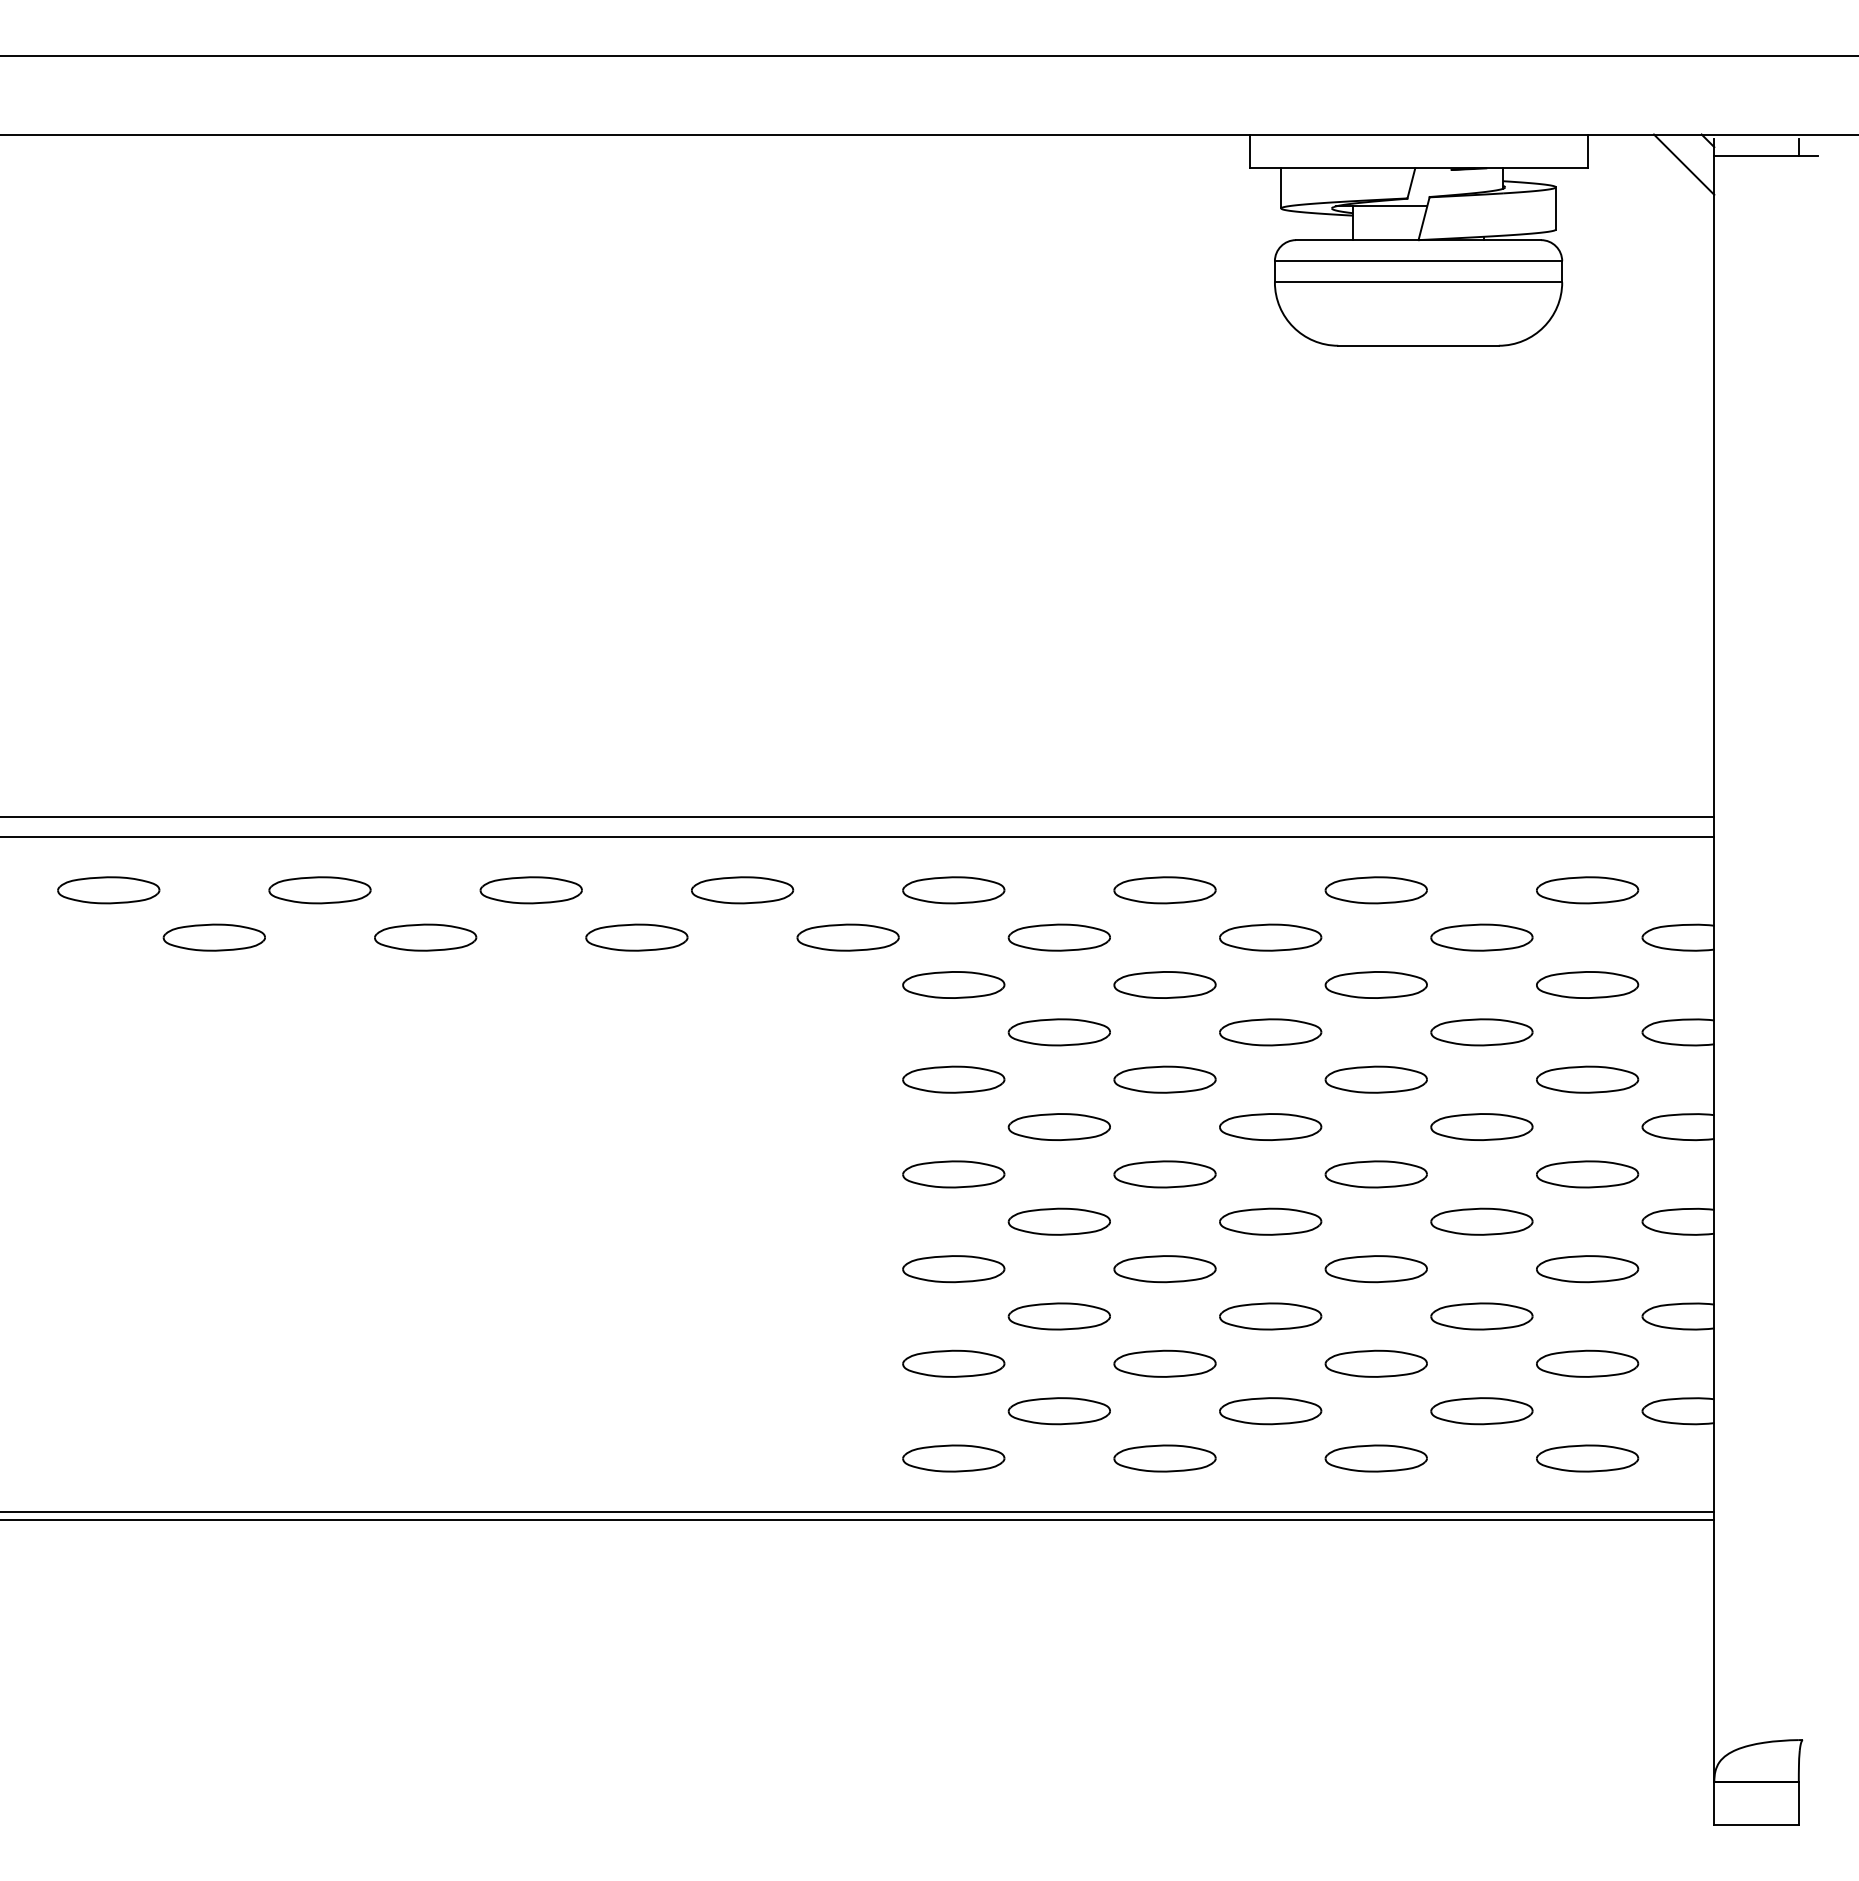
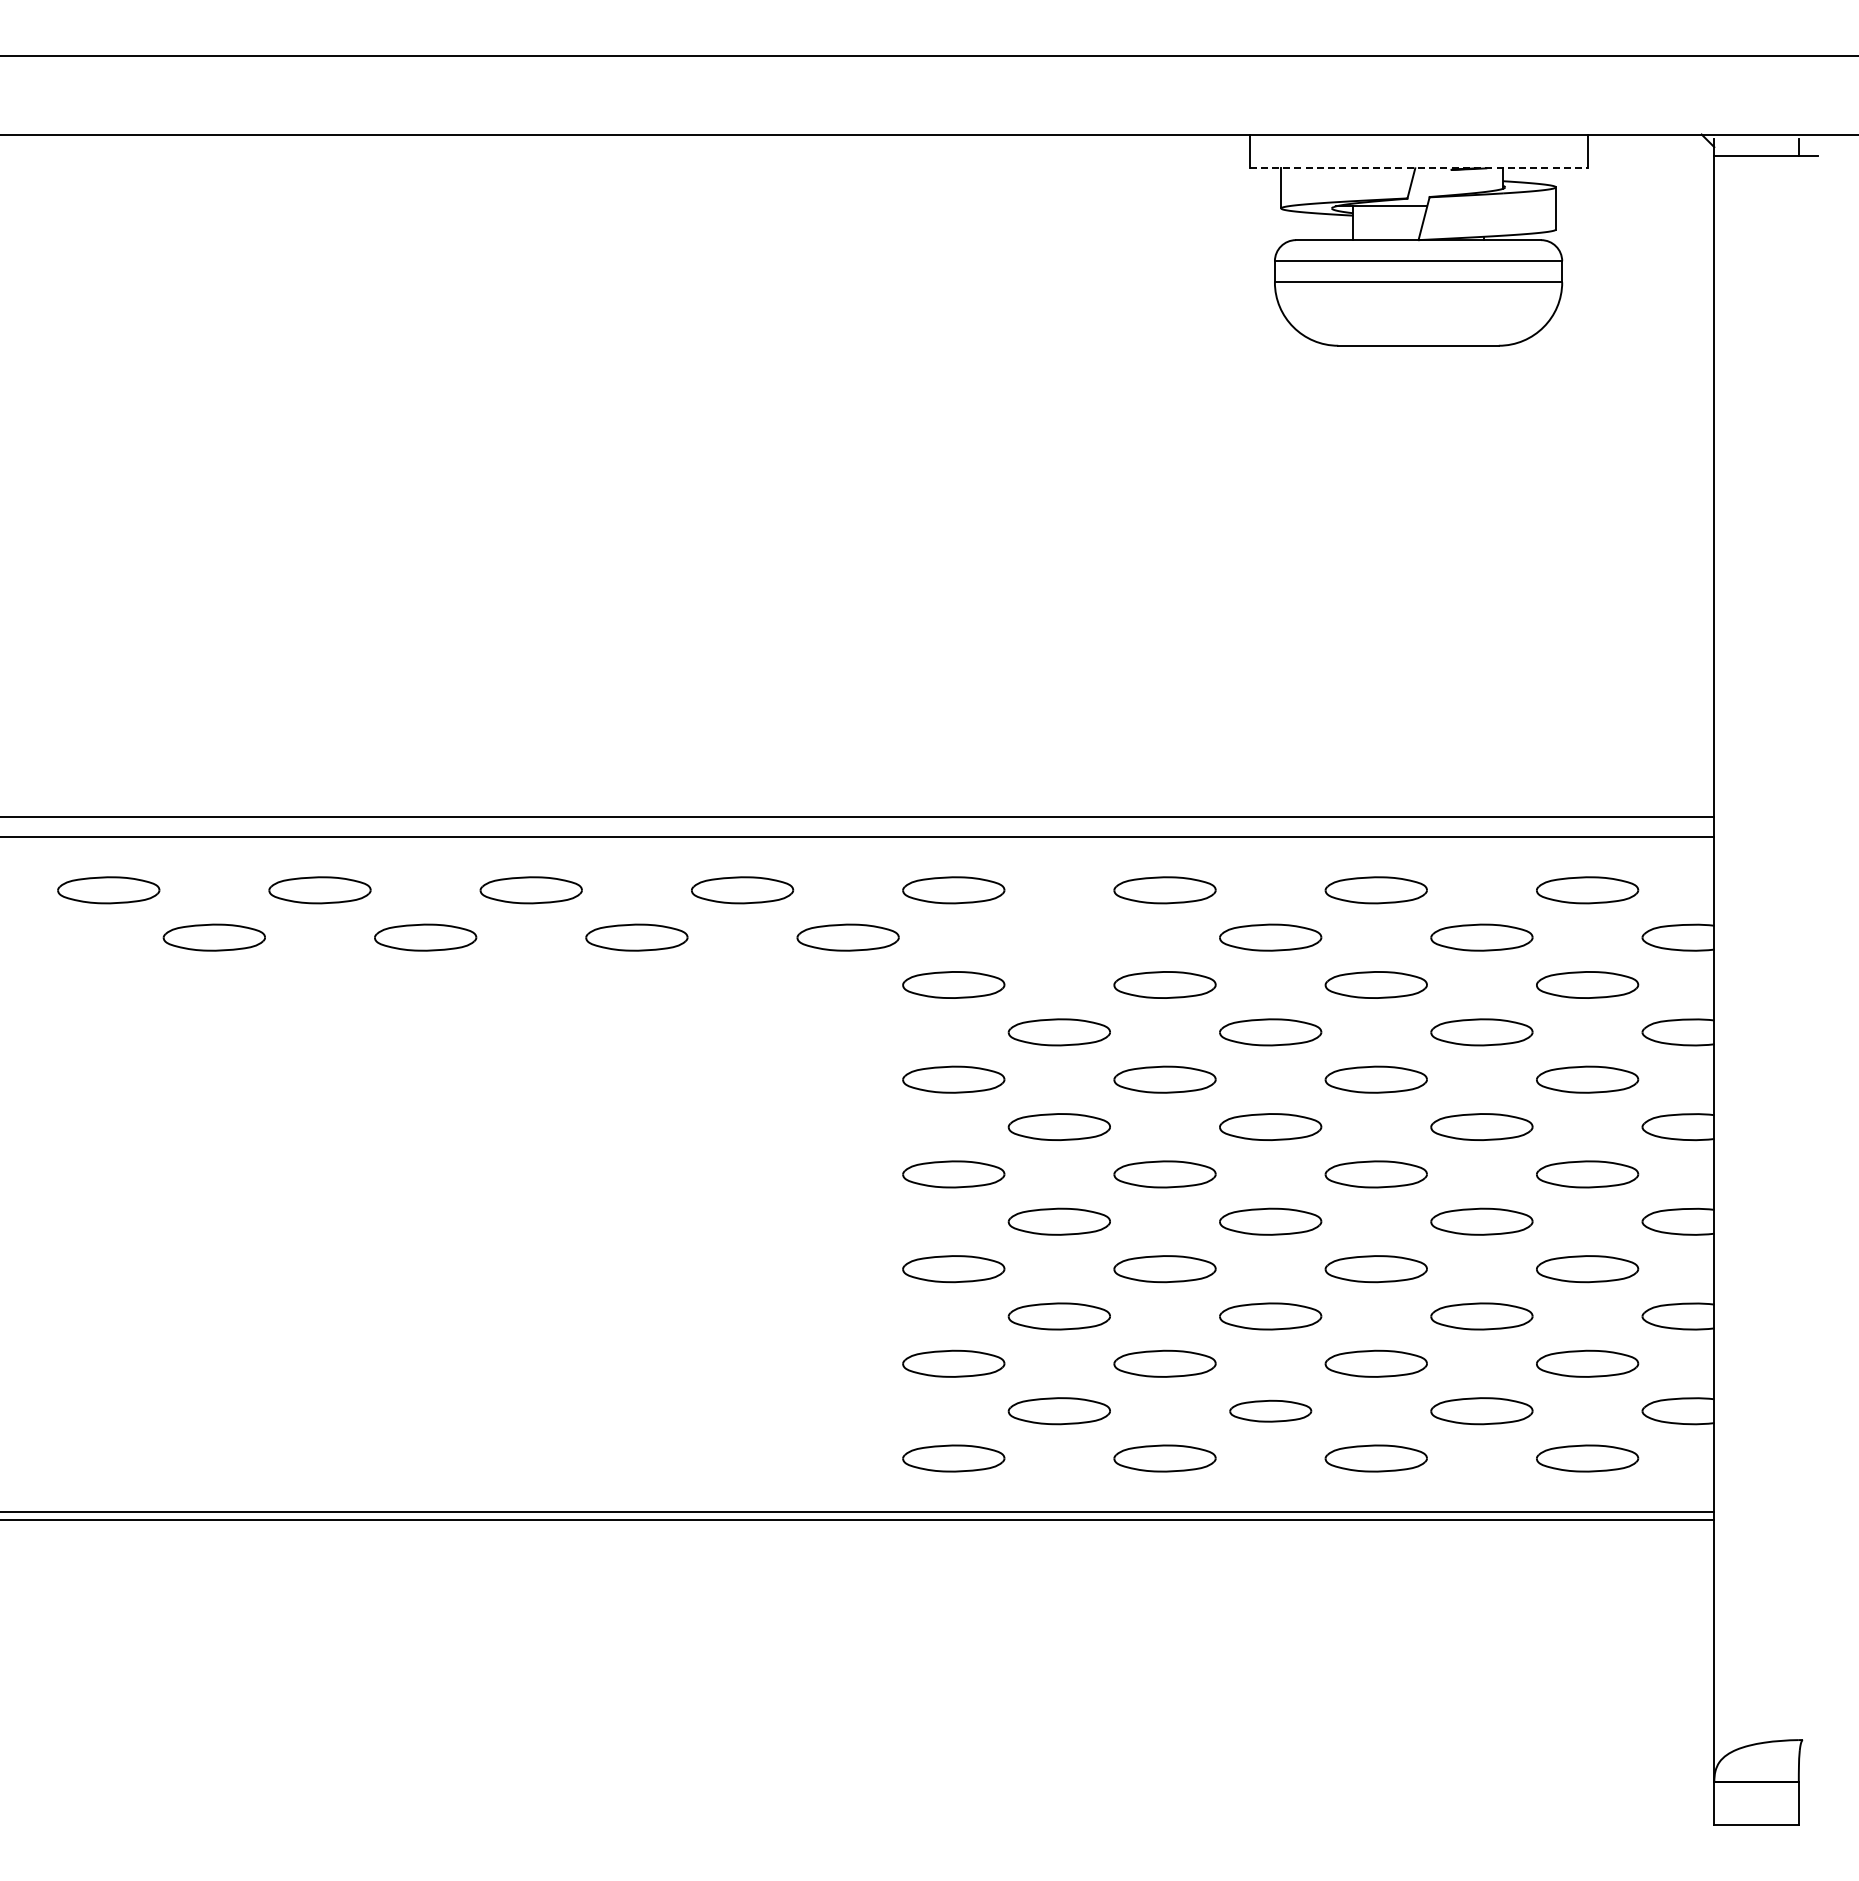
line at (1683, 164): present -> none
line at (1419, 168): solid -> dashed
part at (1058, 937): present -> none
part at (1270, 1411) size: 104x29 px -> 84x24 px
